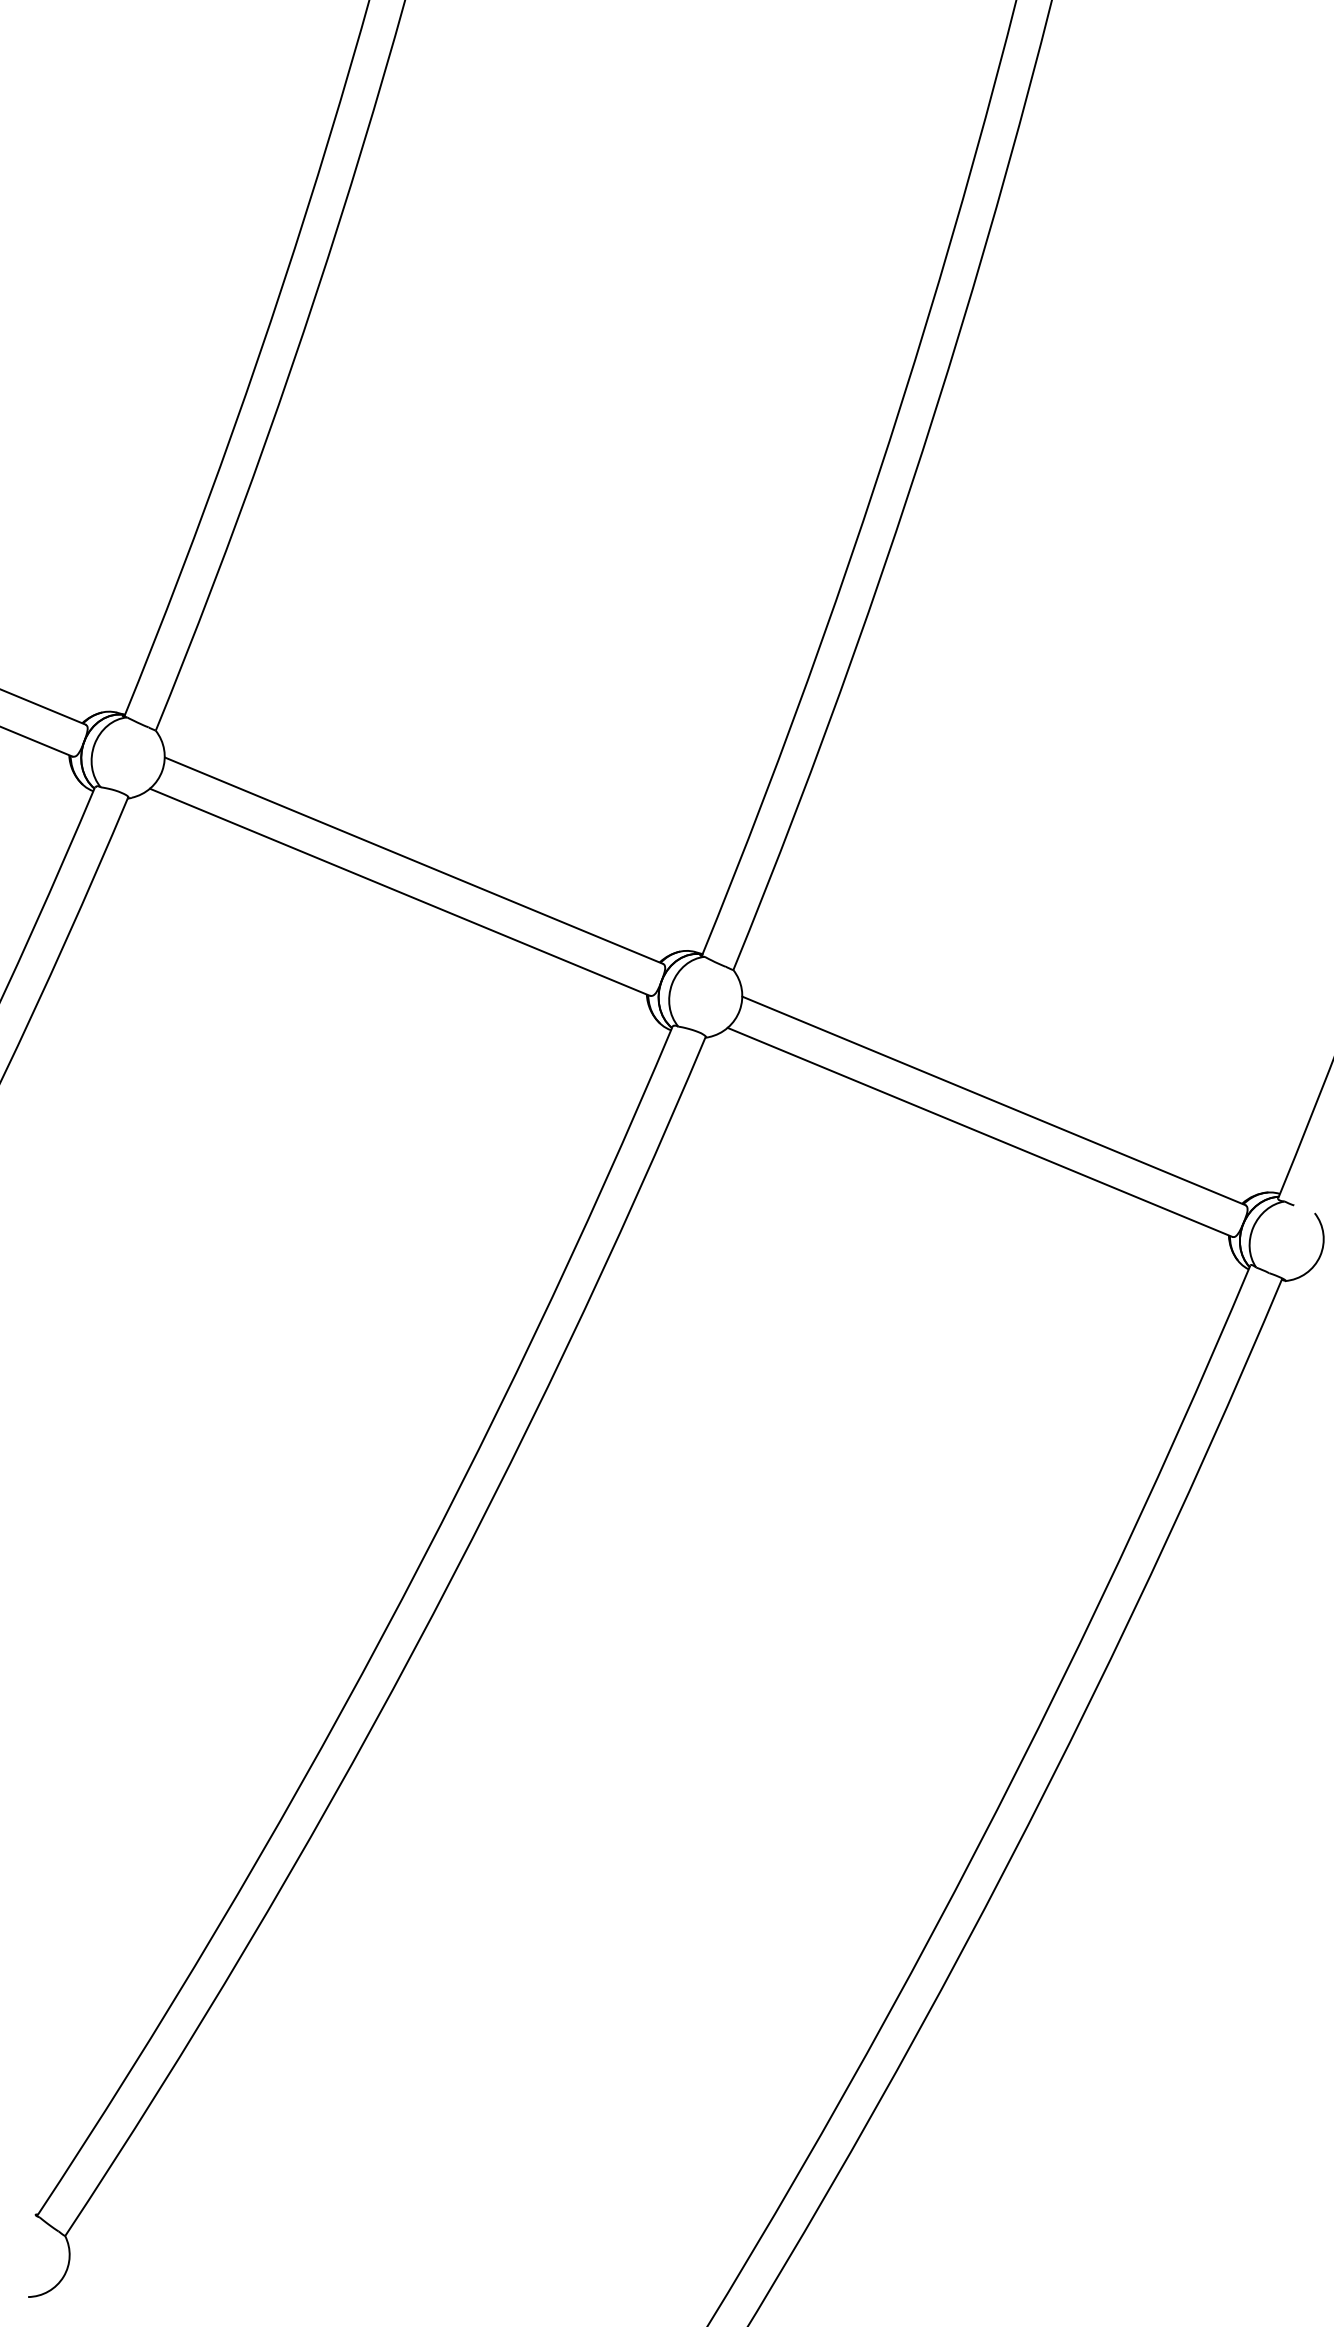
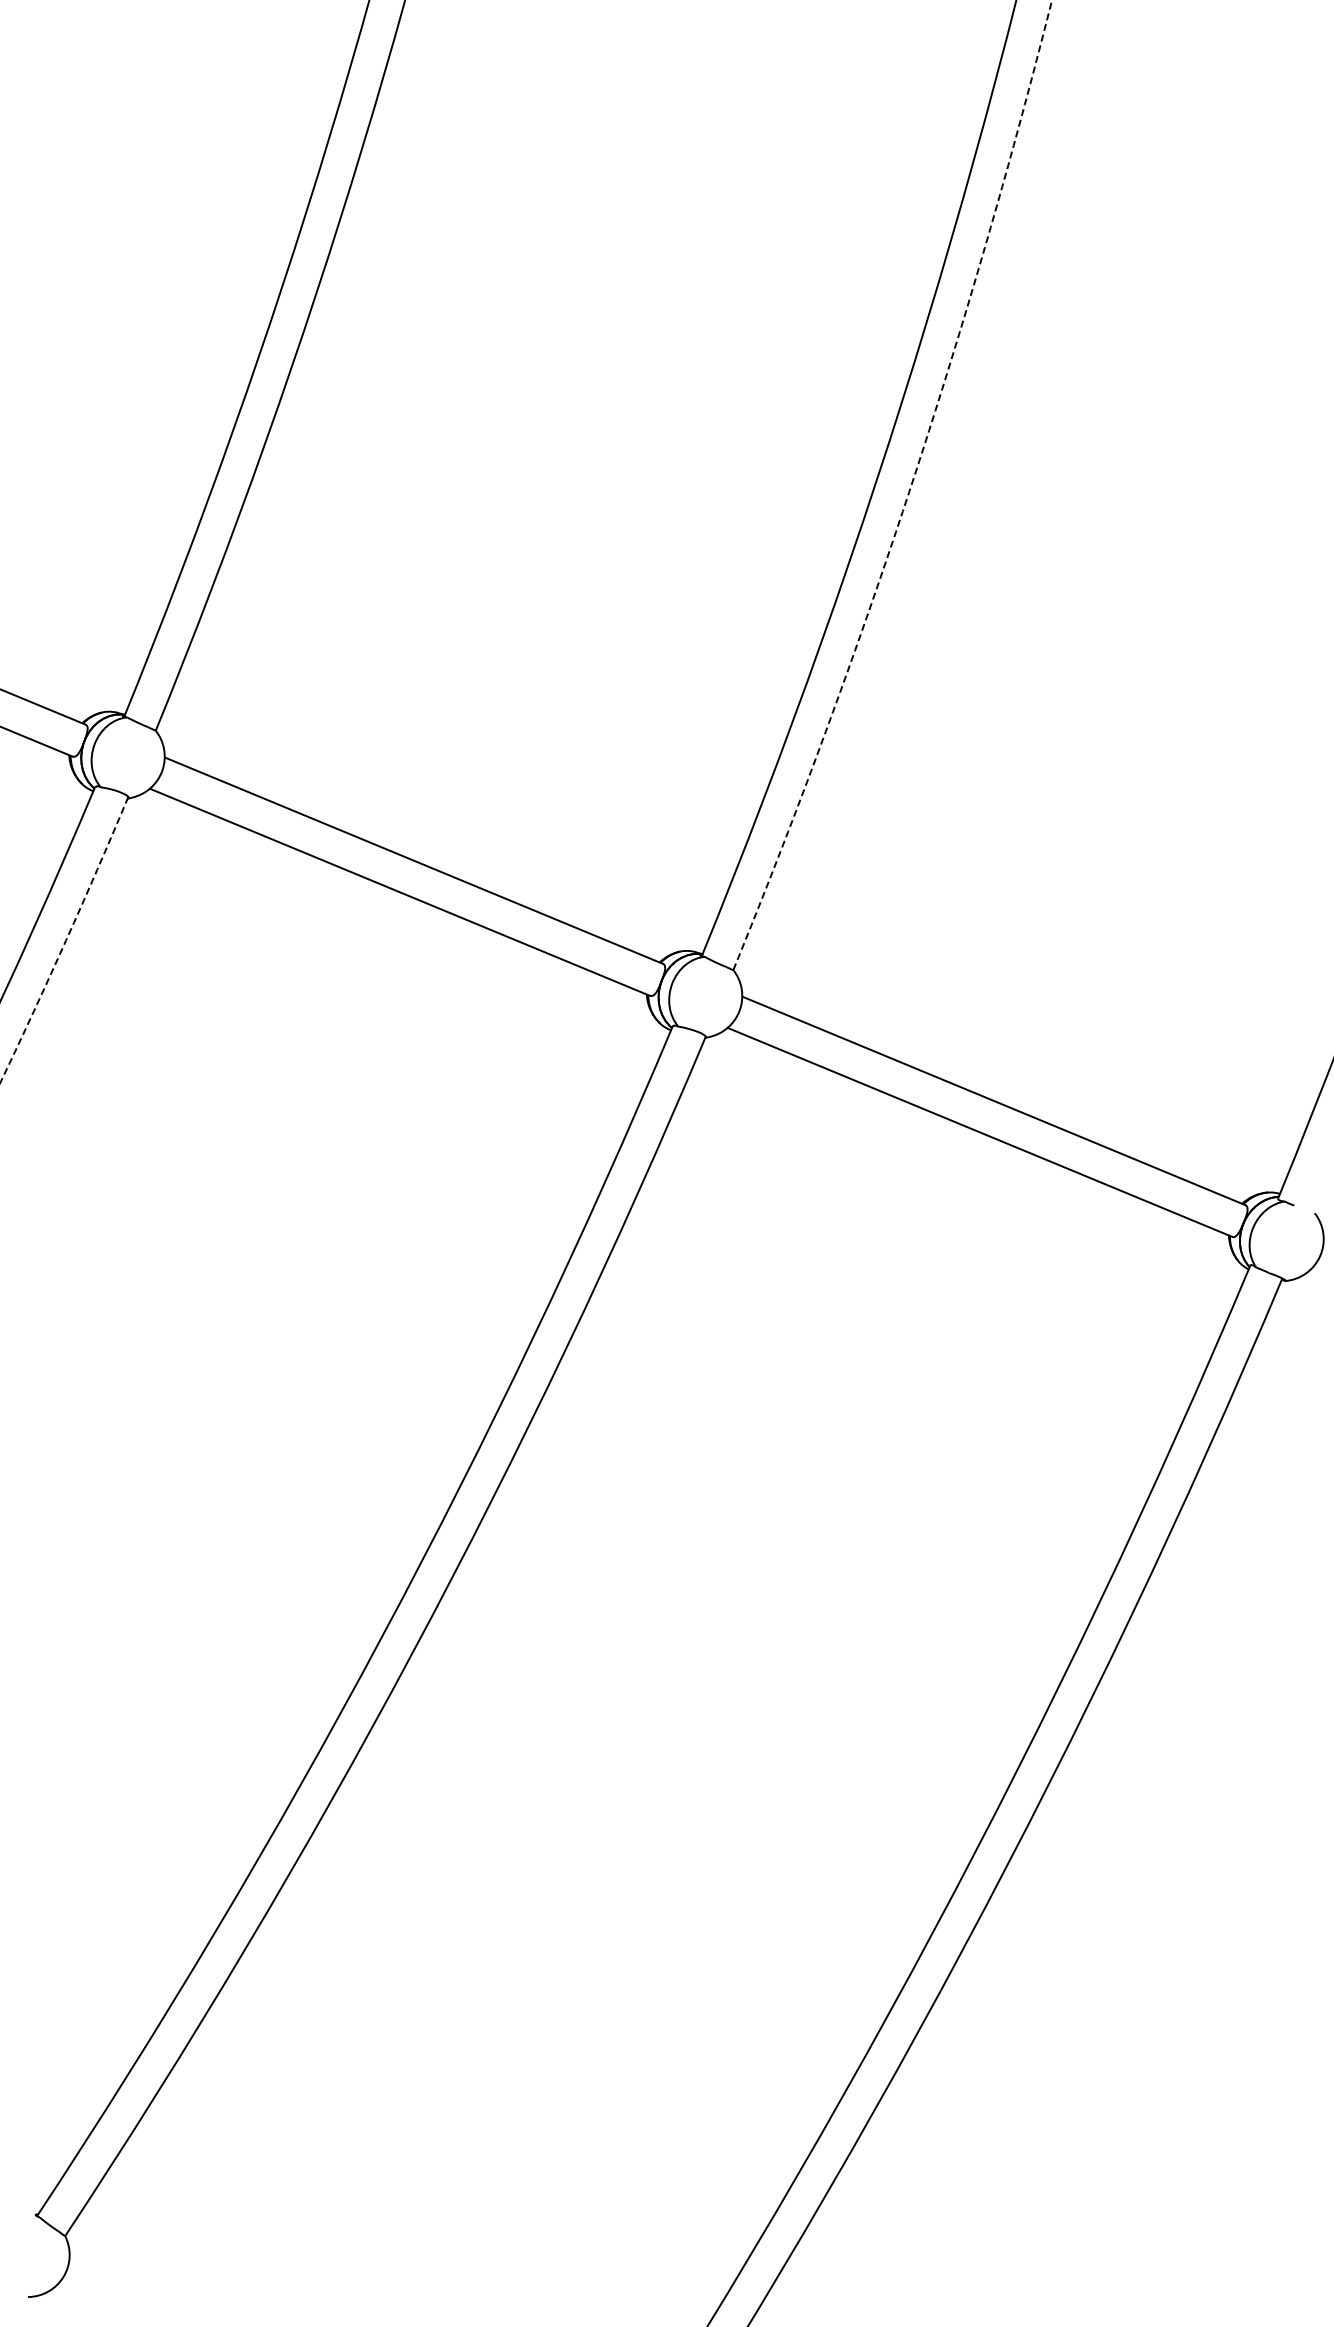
arc at (909, 491): solid -> dashed
arc at (65, 941): solid -> dashed
